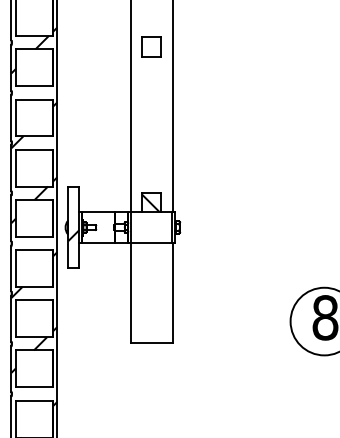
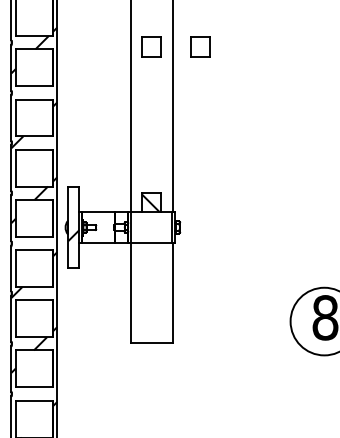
part at (200, 46): none -> present
